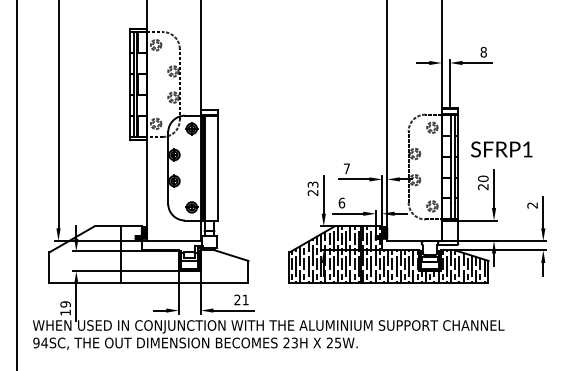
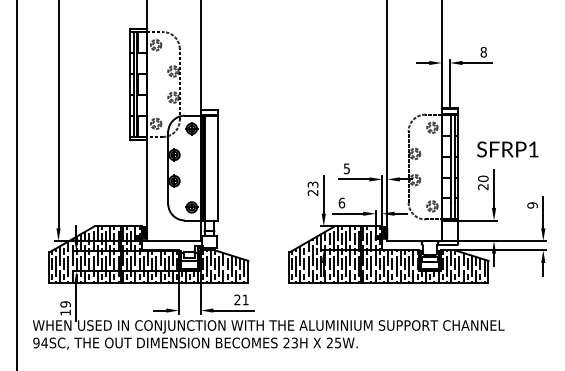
text at (501, 149) position: (501, 149) -> (507, 149)
text at (346, 168): 7 -> 5
text at (532, 205): 2 -> 9
hatch at (147, 254): none -> present
